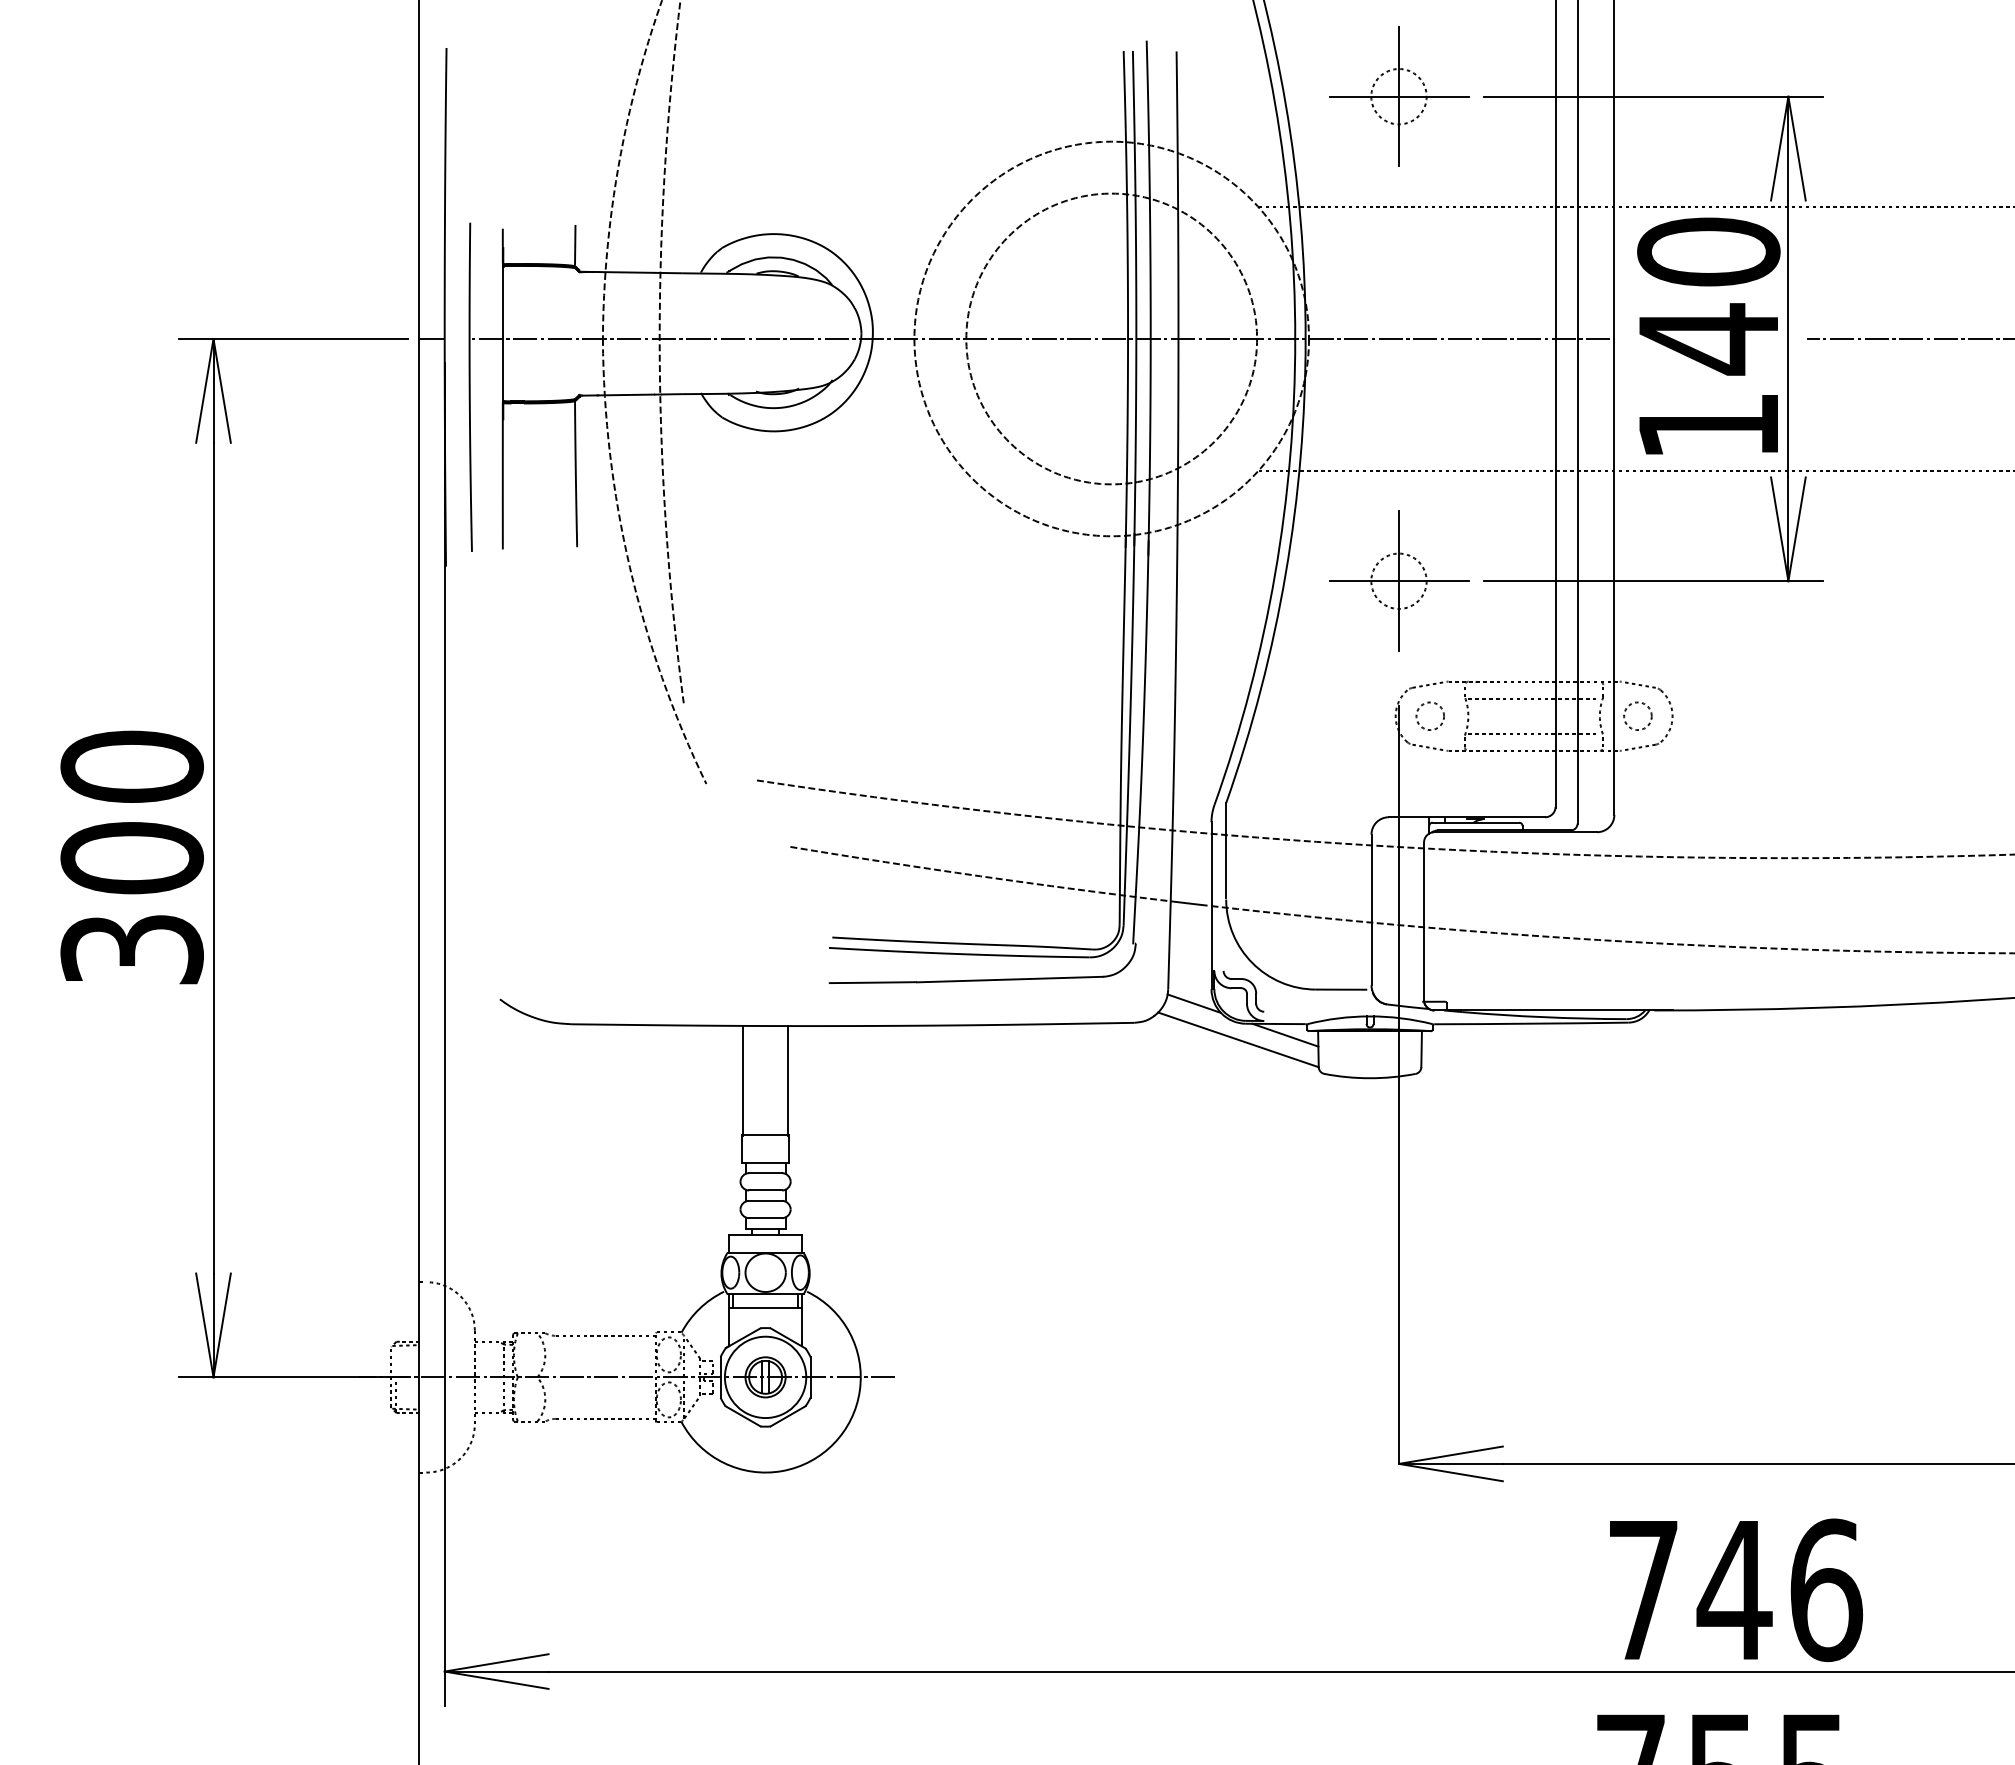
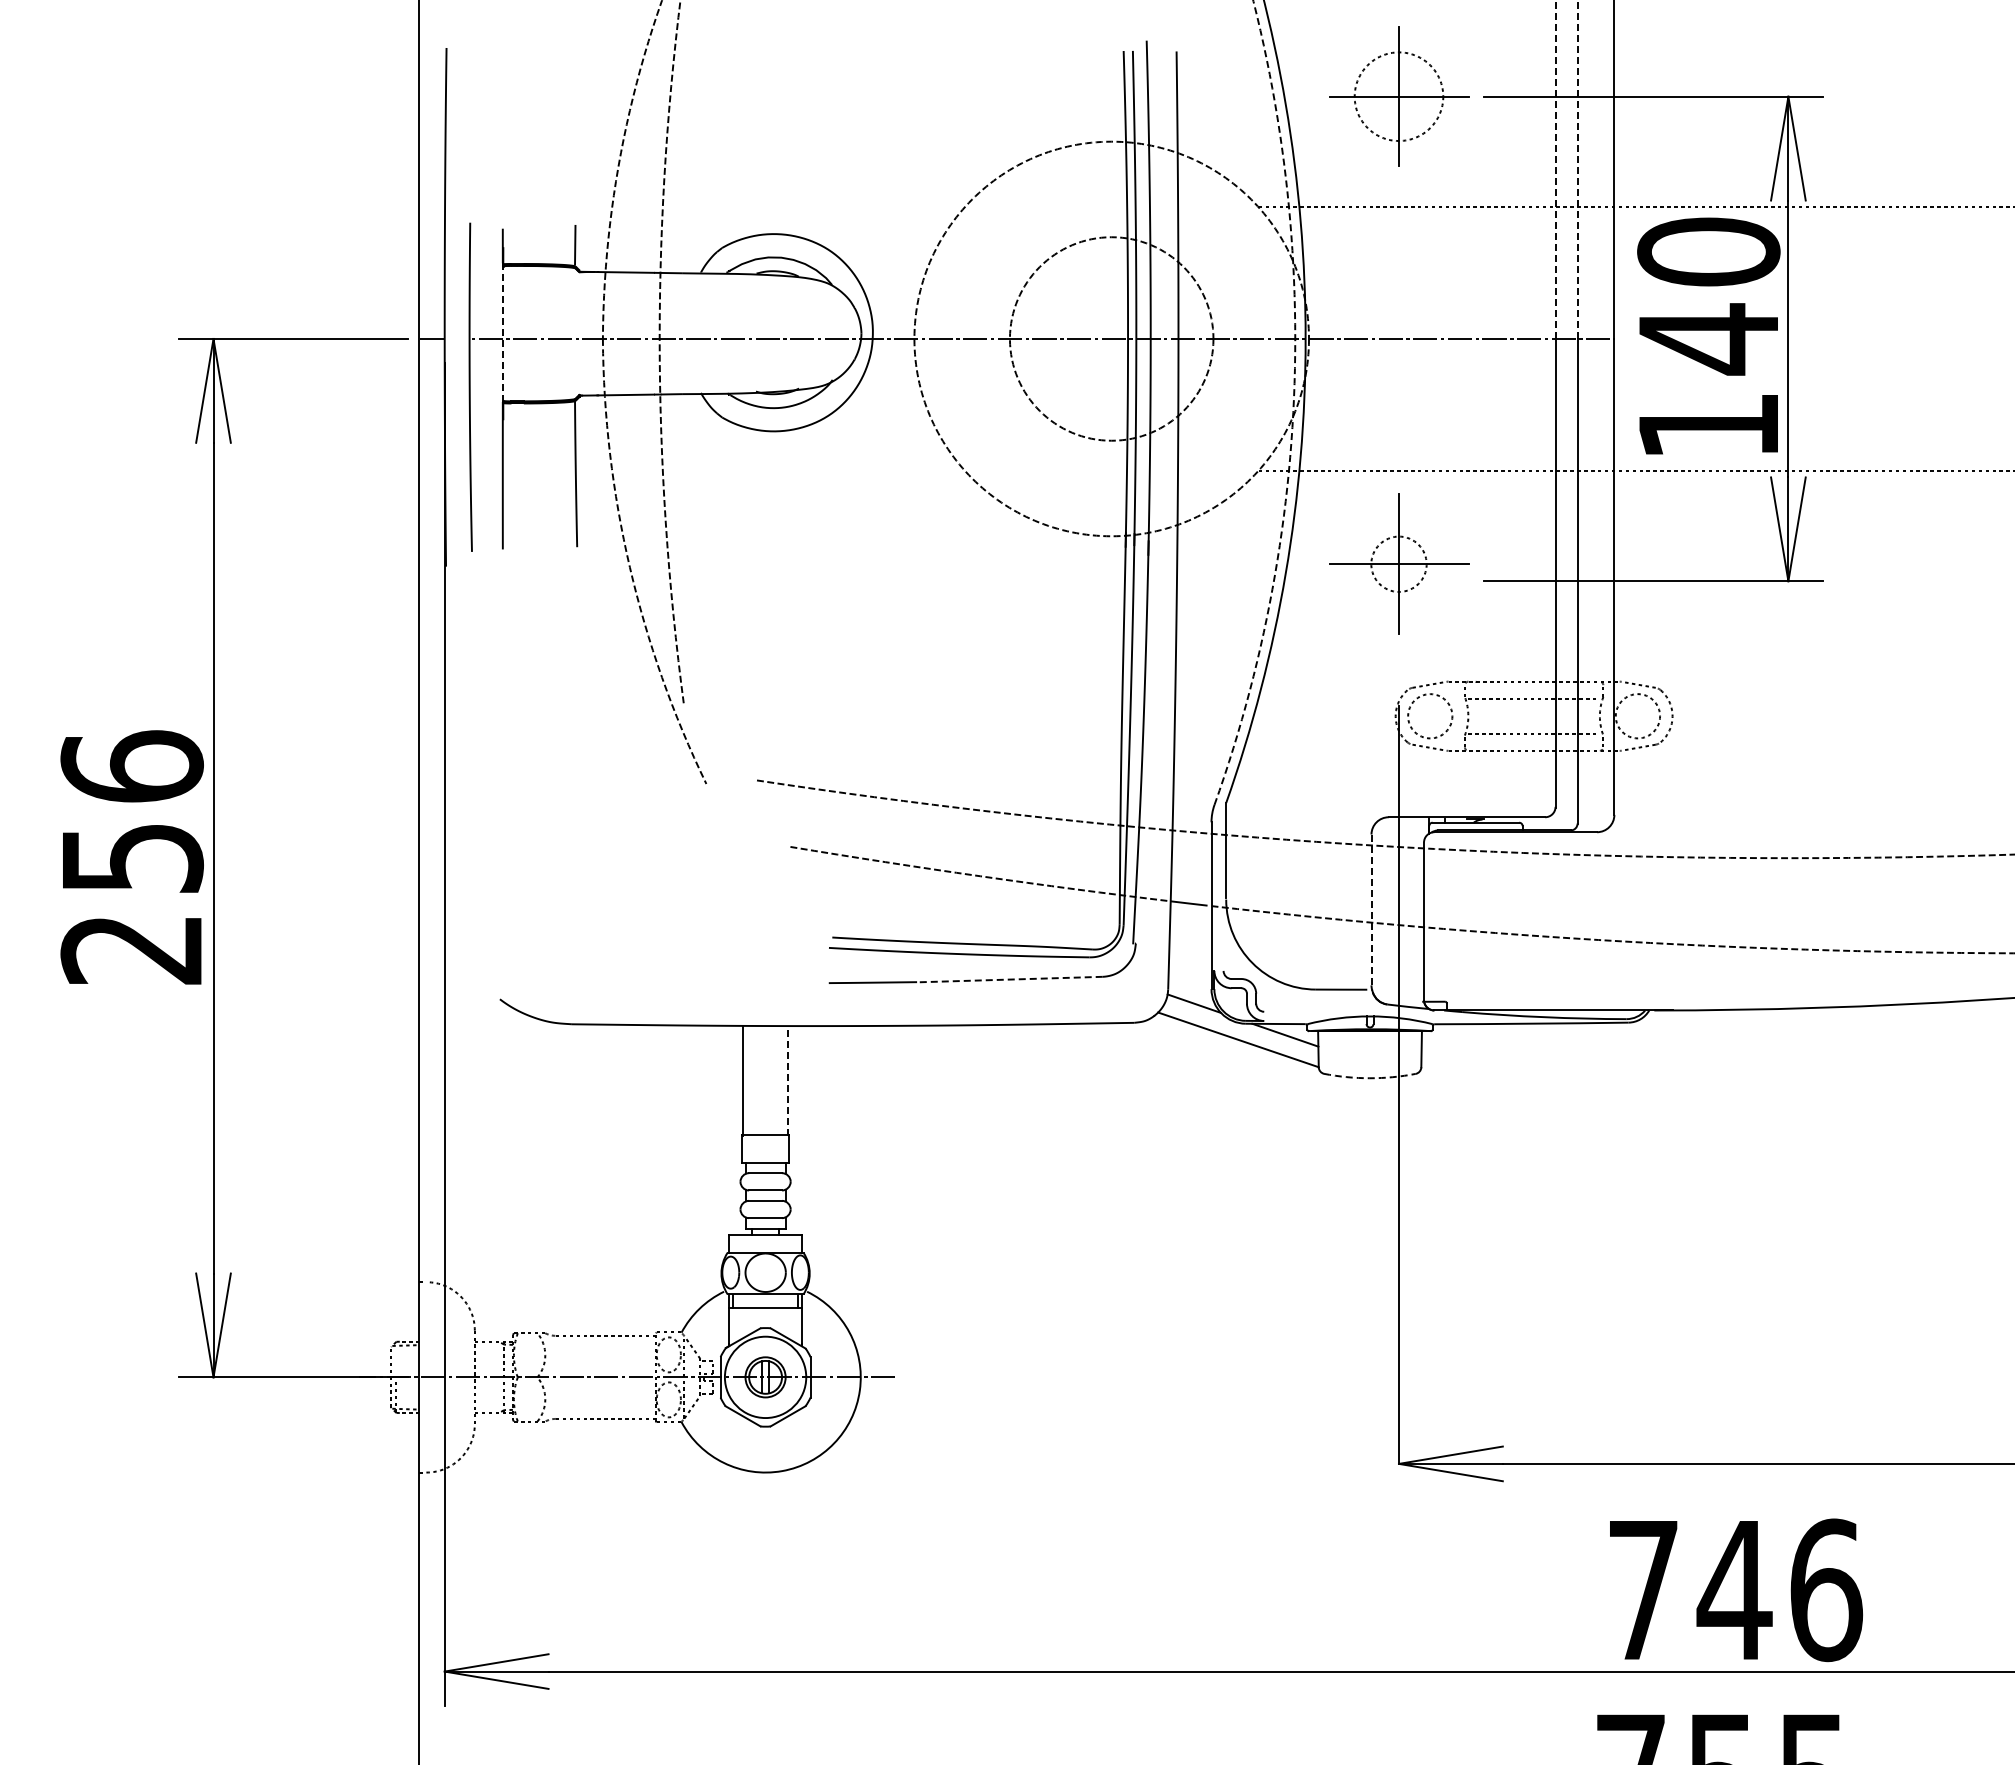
circle at (1398, 96) diameter: 55 px -> 89 px
line at (1577, 169): solid -> dashed
line at (1555, 170): solid -> dashed
line at (502, 333): solid -> dashed
circle at (1111, 338) diameter: 291 px -> 204 px
line at (1908, 339): present -> none
arc at (1293, 403): solid -> dashed
part at (1399, 580) position: (1399, 580) -> (1399, 563)
circle at (1430, 716) diameter: 28 px -> 44 px
circle at (1637, 716) diameter: 28 px -> 44 px
text at (131, 857): 300 -> 256
line at (1371, 909): solid -> dashed
line at (1009, 979): solid -> dashed
arc at (1369, 1078): solid -> dashed
line at (788, 1080): solid -> dashed
